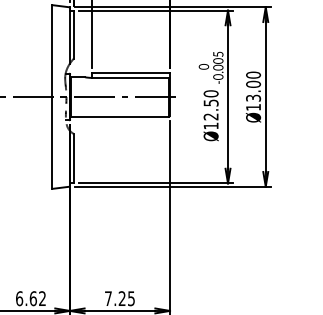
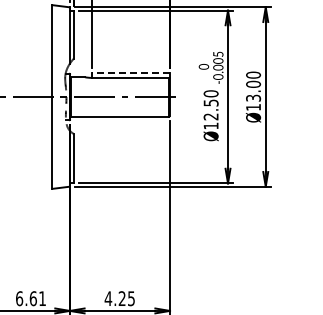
line at (131, 72): solid -> dashed
text at (42, 298): 6.62 -> 6.61
text at (108, 298): 7.25 -> 4.25
